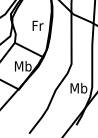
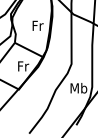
text at (23, 66): Mb -> Fr
